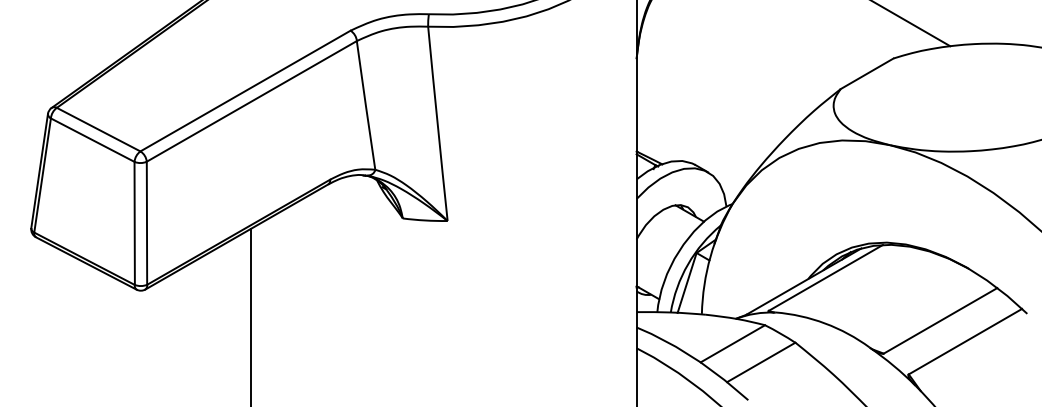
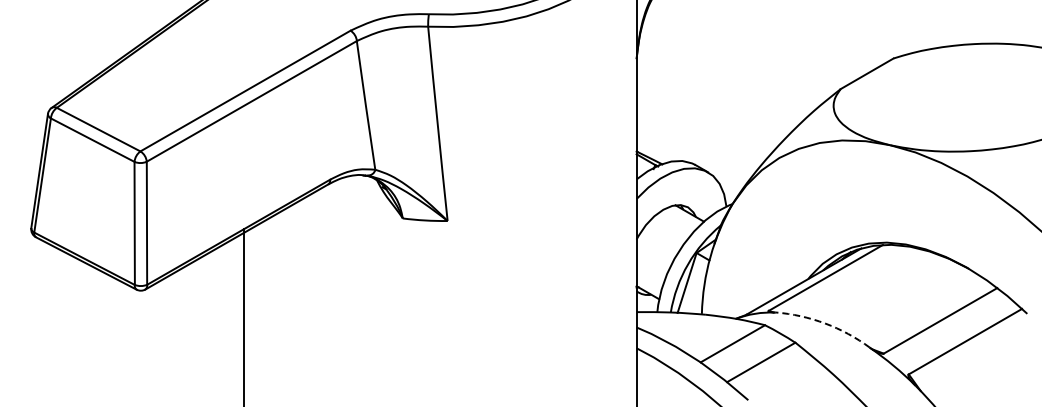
line at (911, 24): present -> none
line at (251, 315) position: (251, 315) -> (244, 315)
arc at (825, 323): solid -> dashed
